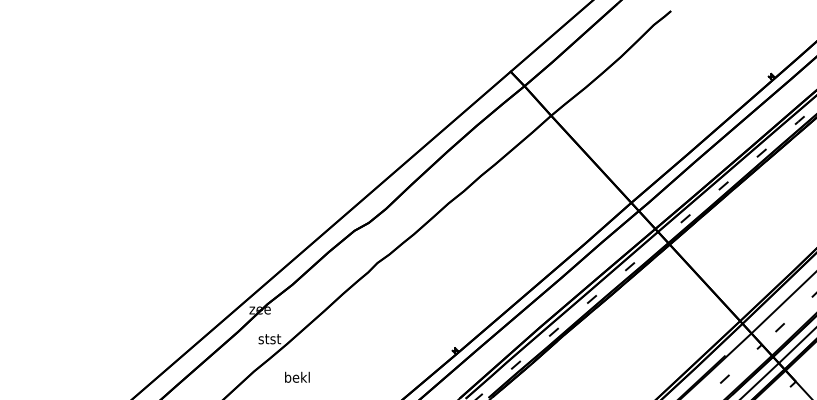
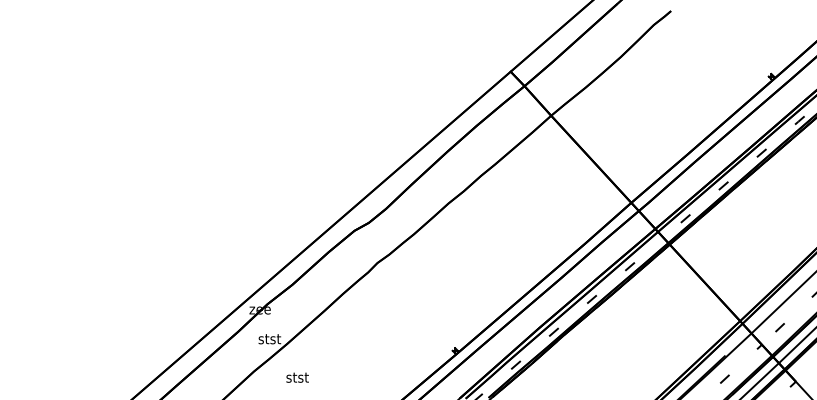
text at (297, 376): bekl -> stst
